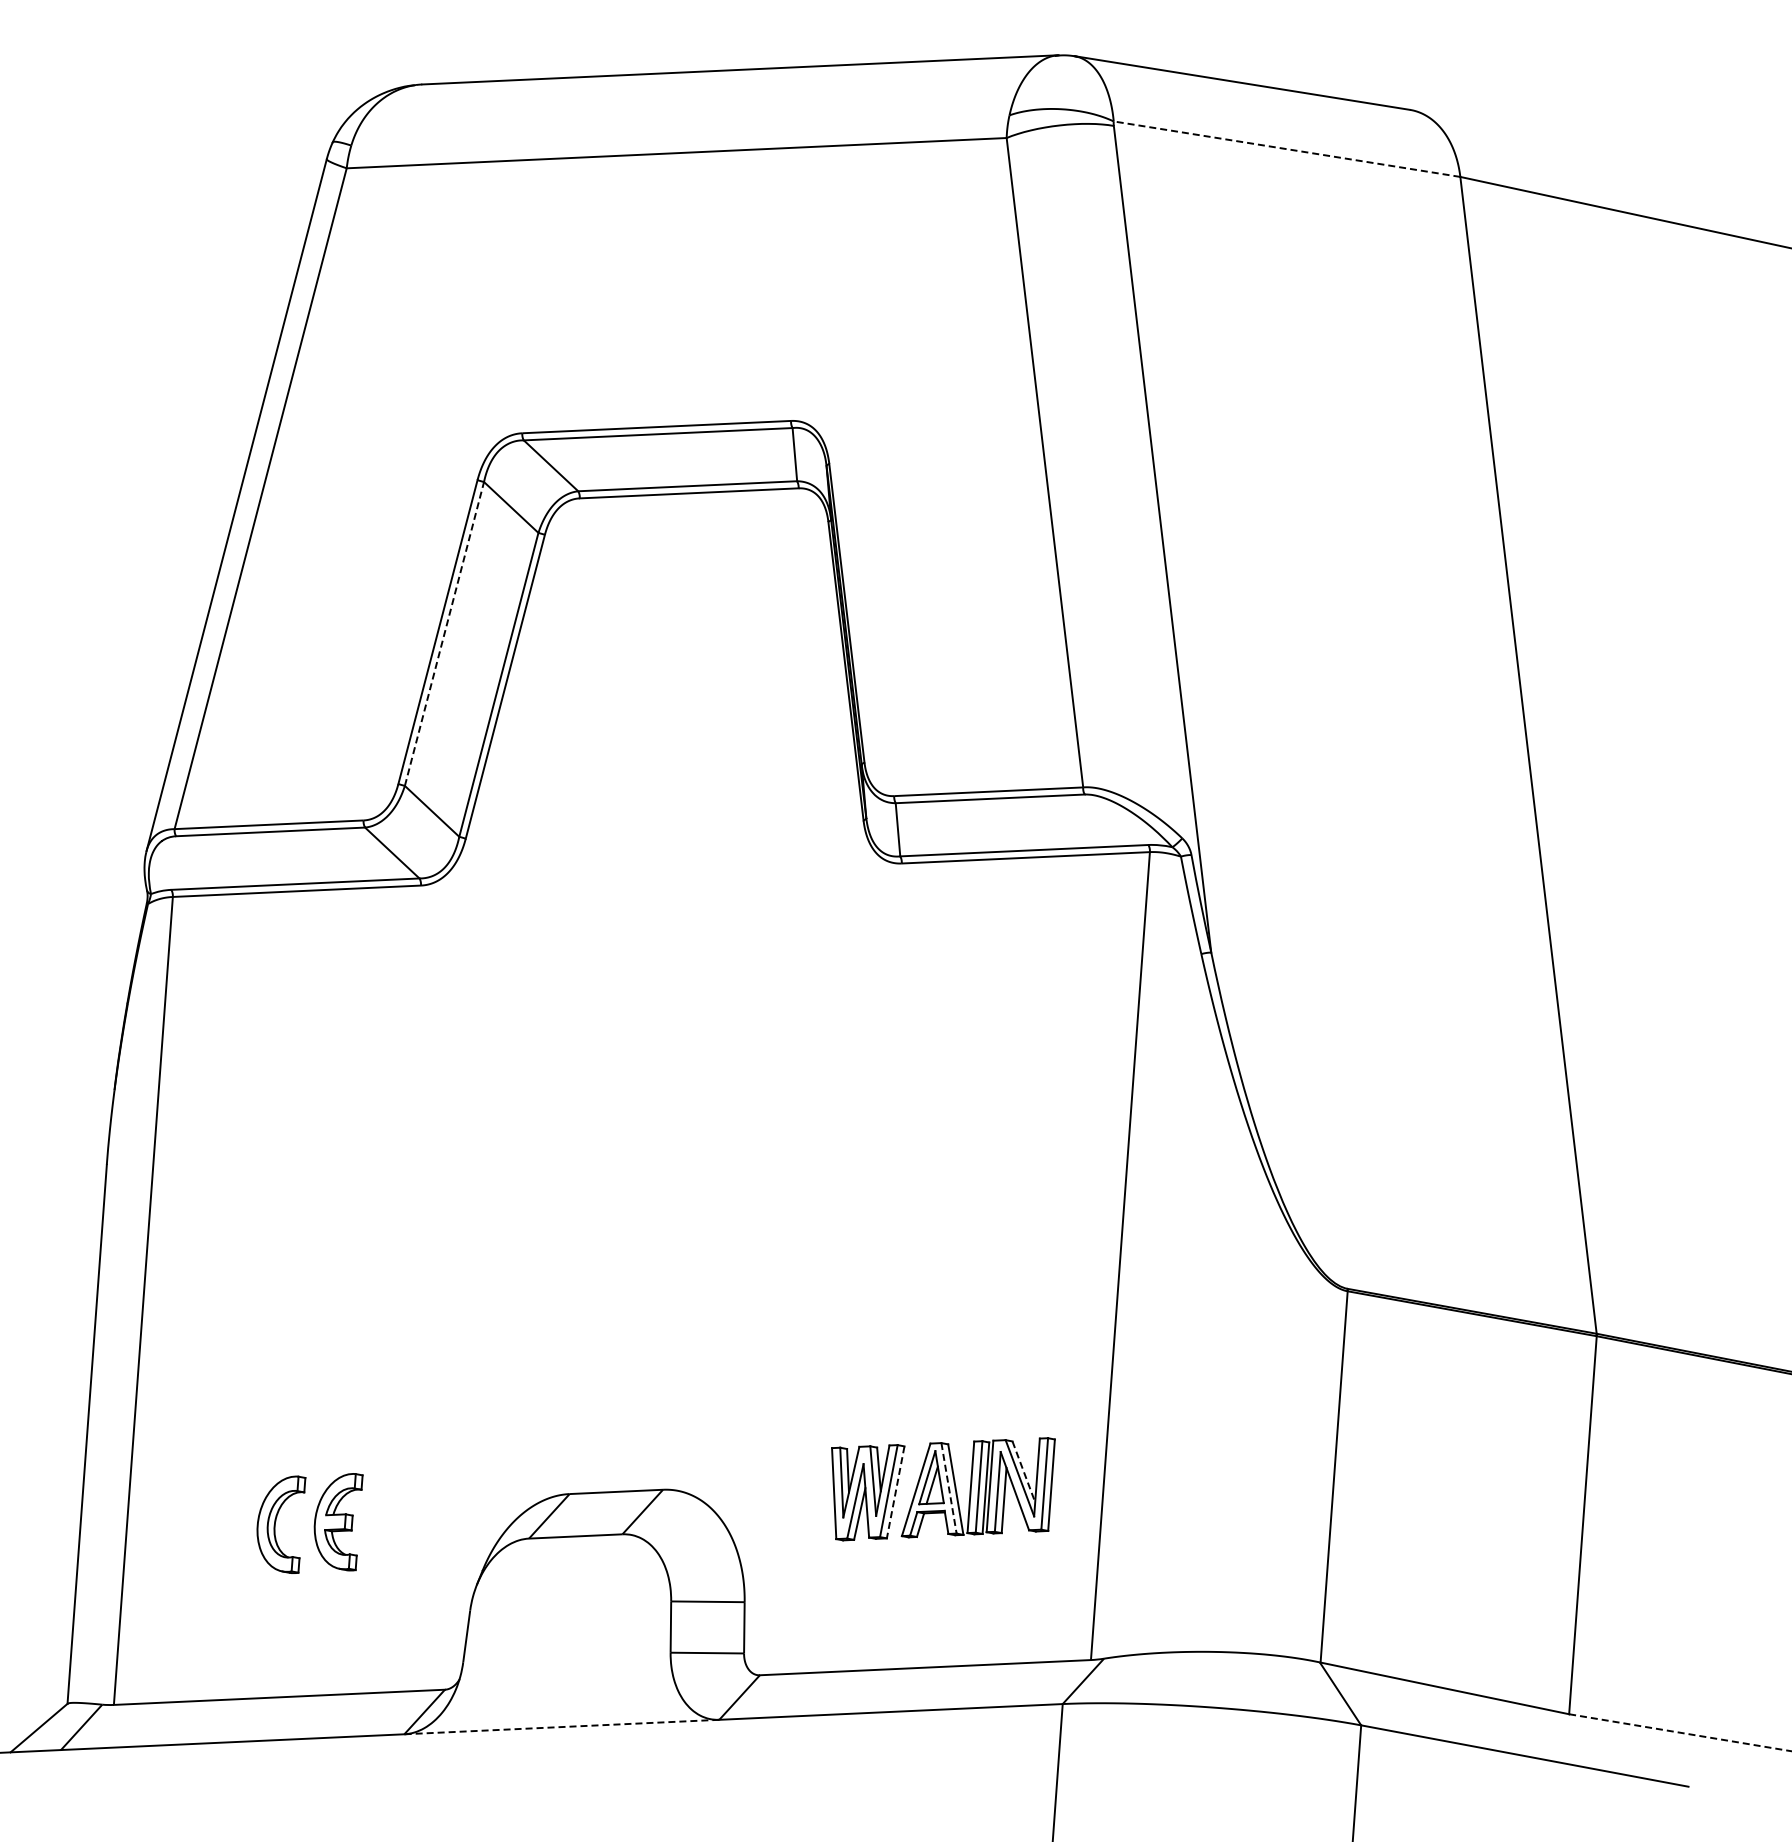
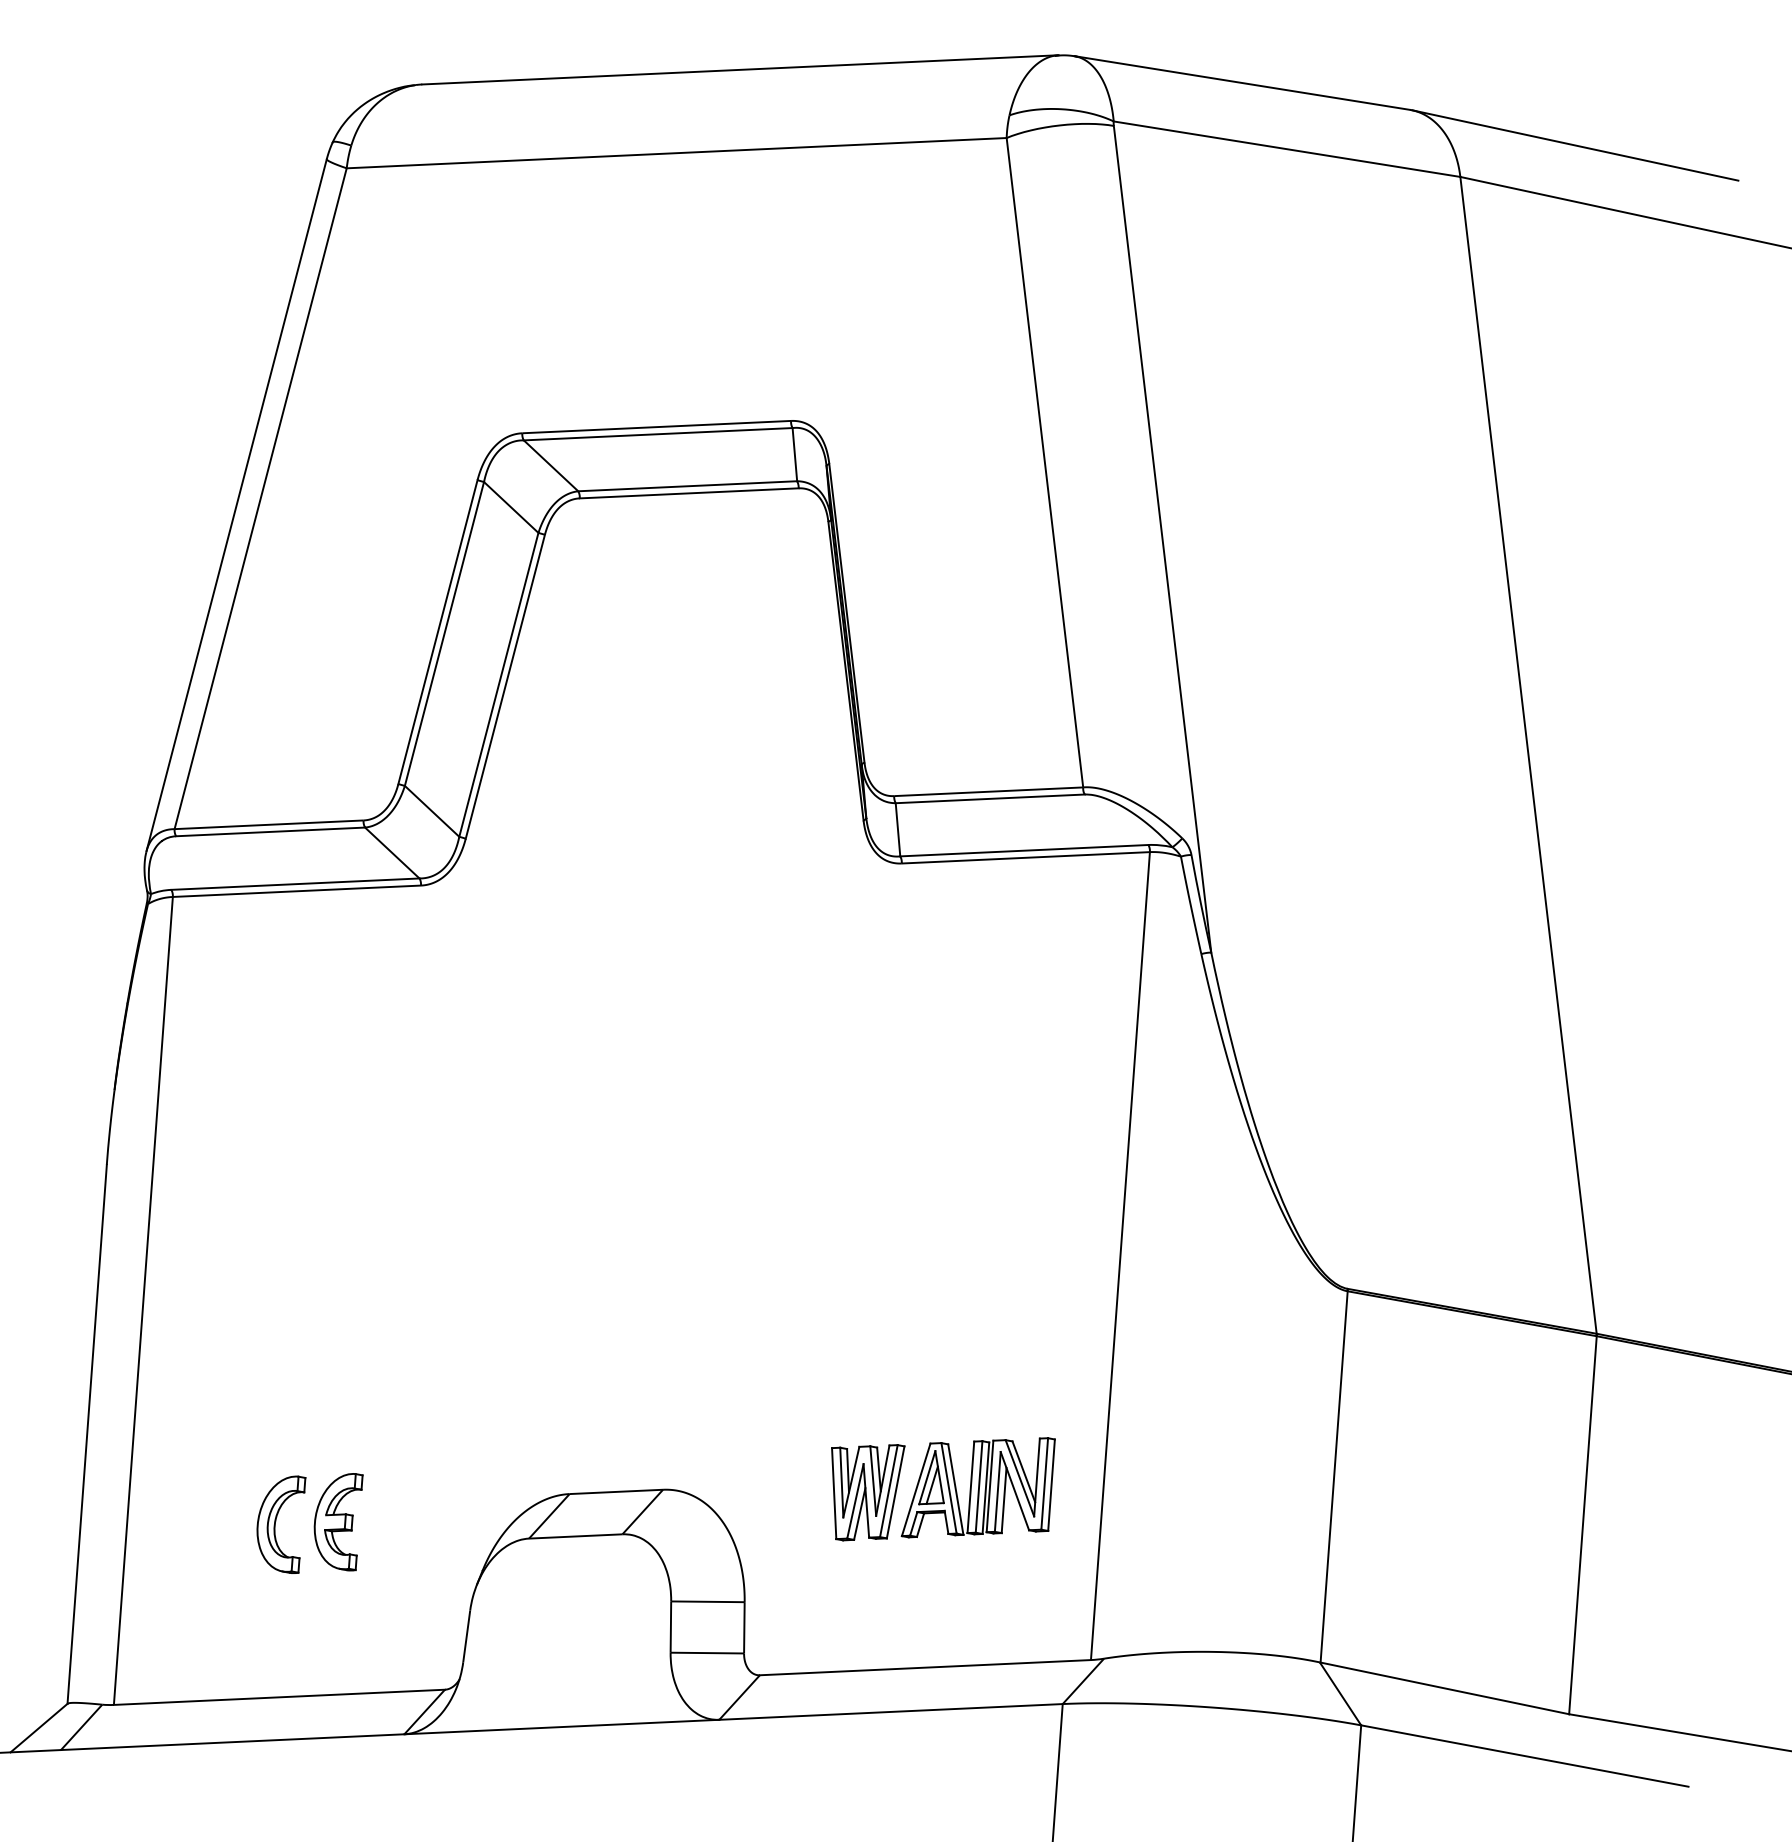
line at (1575, 145): none -> present
line at (1287, 149): dashed -> solid
line at (444, 633): dashed -> solid
line at (1024, 1472): dashed -> solid
line at (949, 1488): dashed -> solid
line at (895, 1492): dashed -> solid
line at (561, 1727): dashed -> solid
line at (1680, 1732): dashed -> solid
